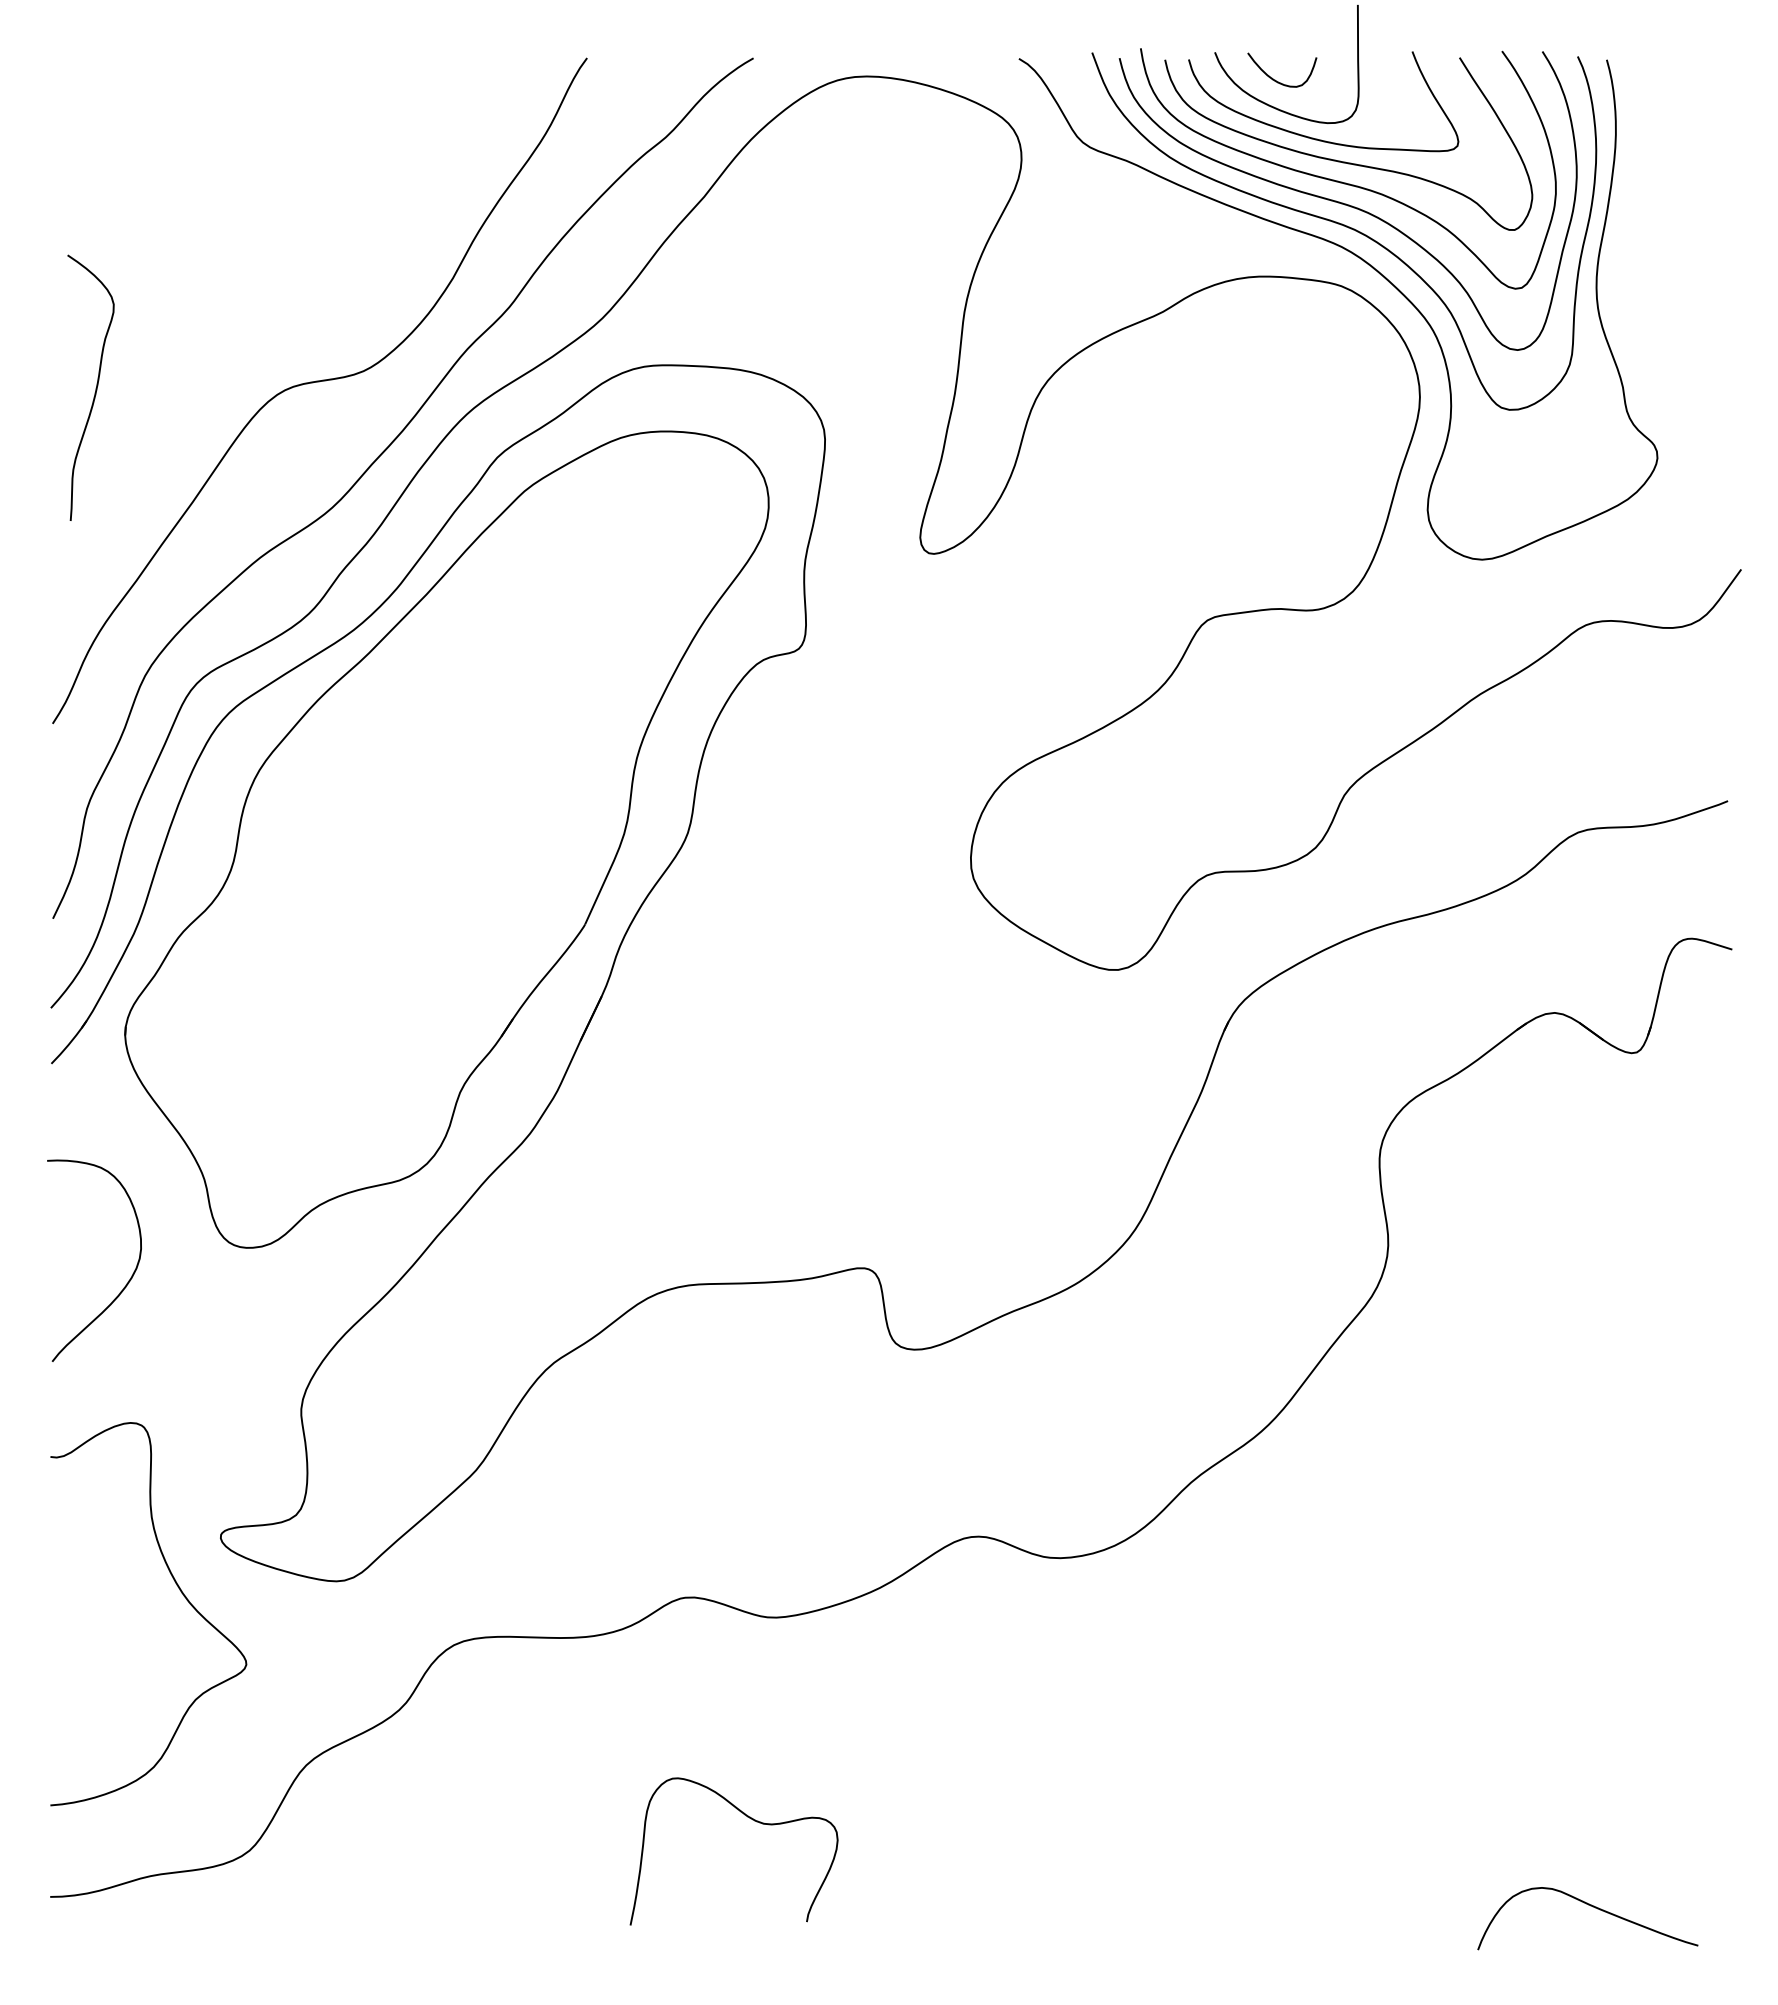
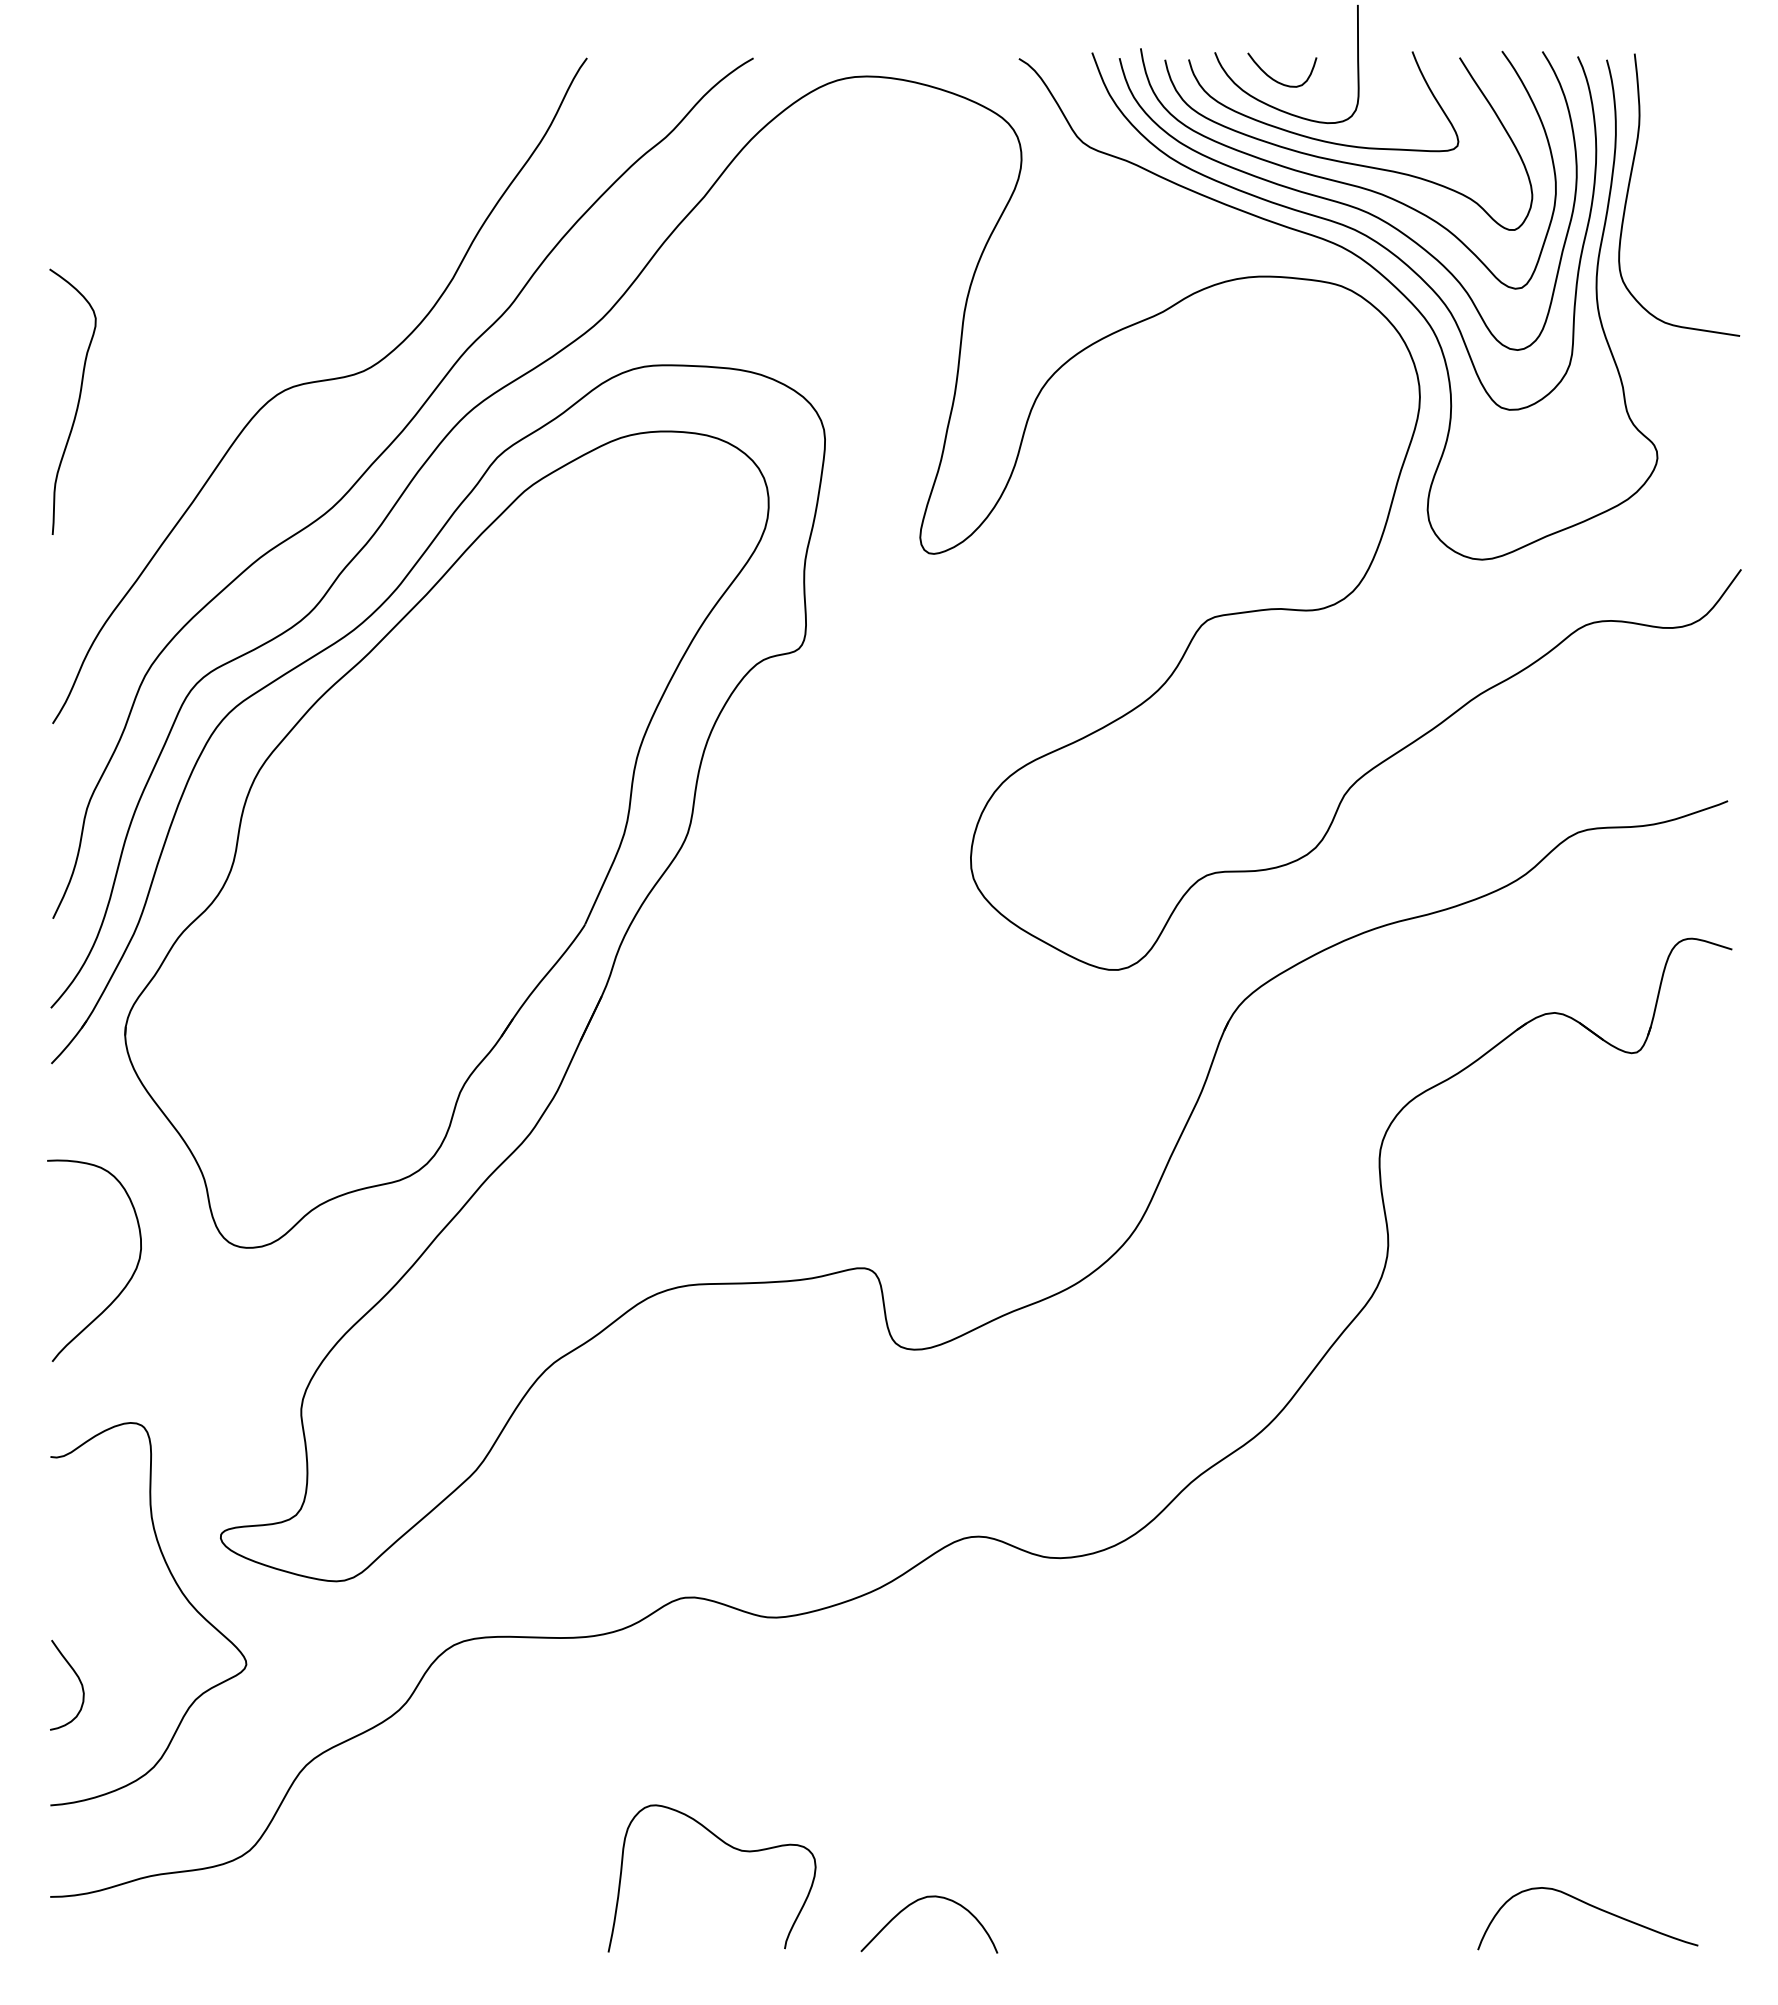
curve at (1630, 183): none -> present
curve at (95, 388) position: (95, 388) -> (77, 402)
curve at (76, 1676): none -> present
curve at (752, 1820) position: (752, 1820) -> (730, 1847)
curve at (914, 1903): none -> present
